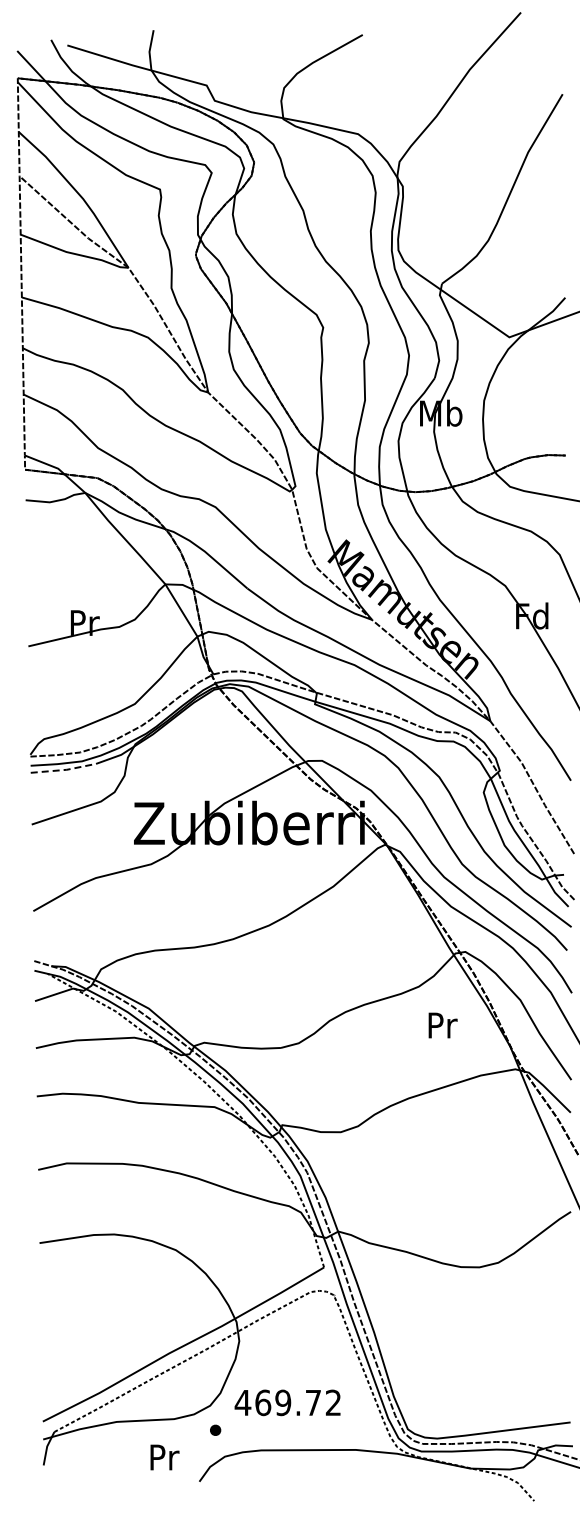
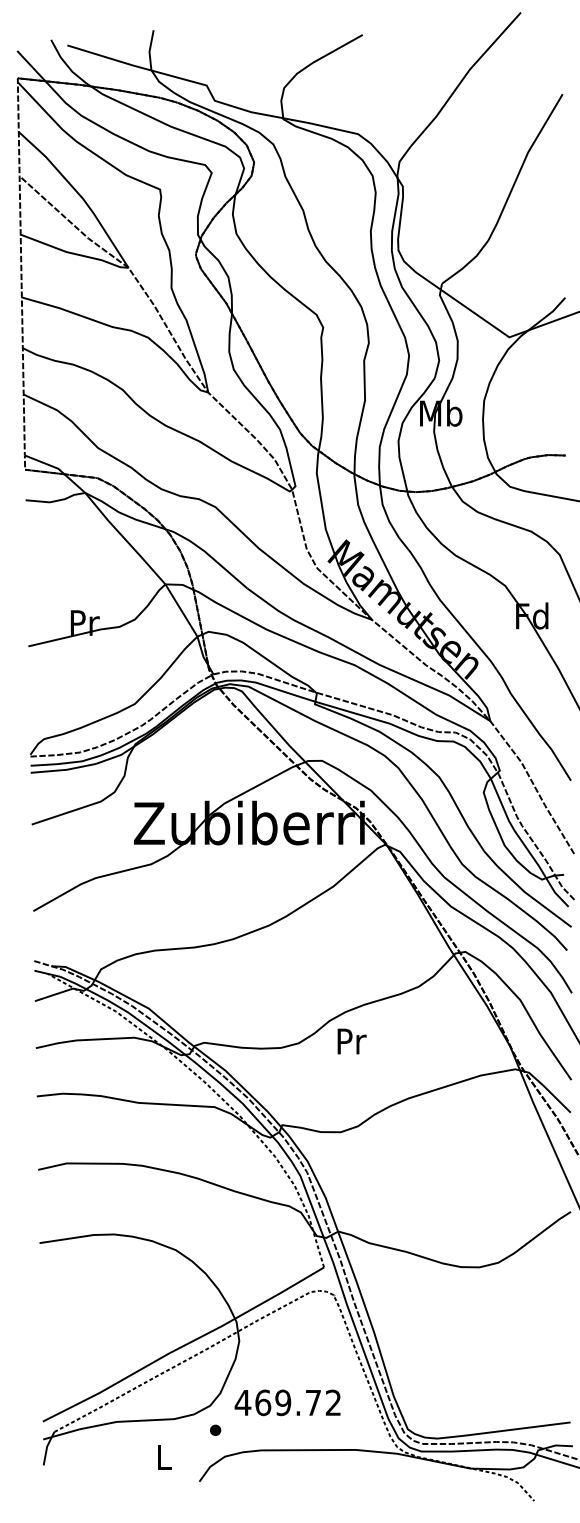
line at (63, 770): dashed -> solid
text at (442, 1025) position: (442, 1025) -> (351, 1041)
text at (164, 1457): Pr -> L
